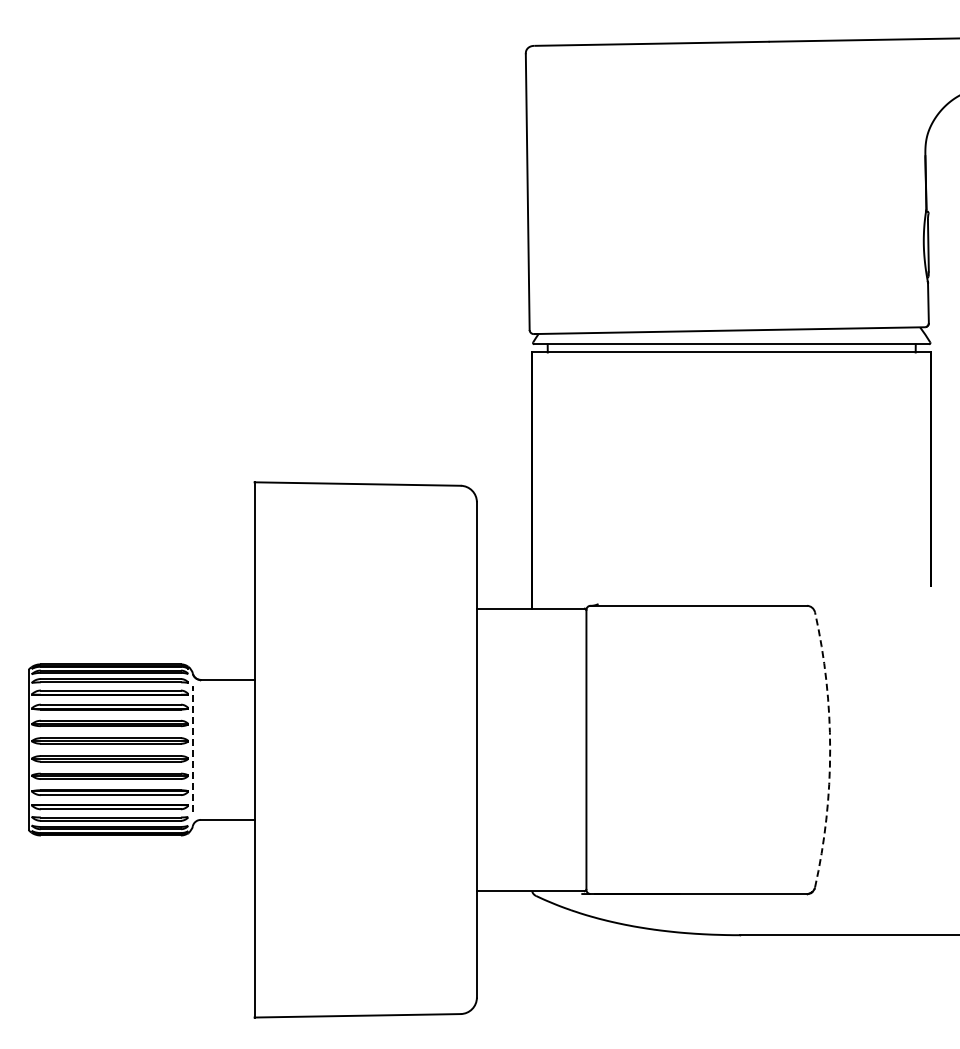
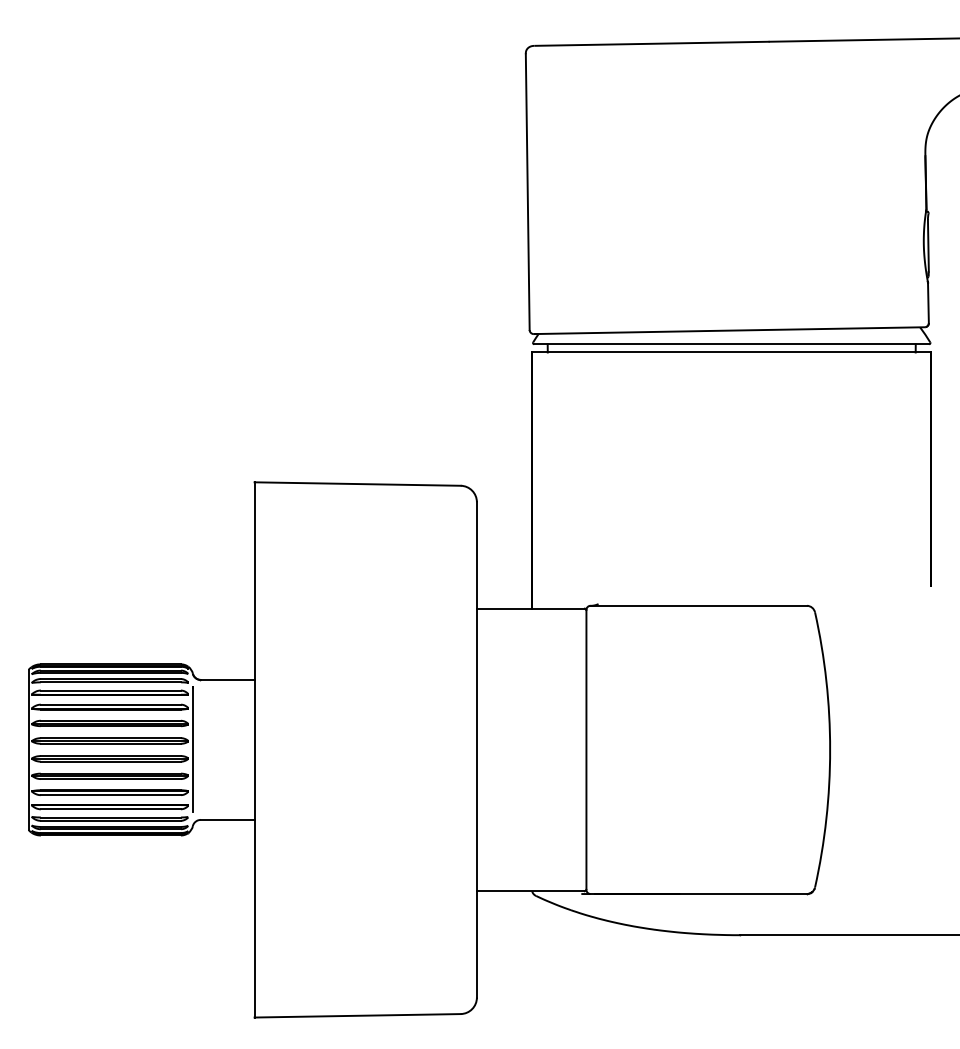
line at (193, 749): dashed -> solid
arc at (830, 749): dashed -> solid
